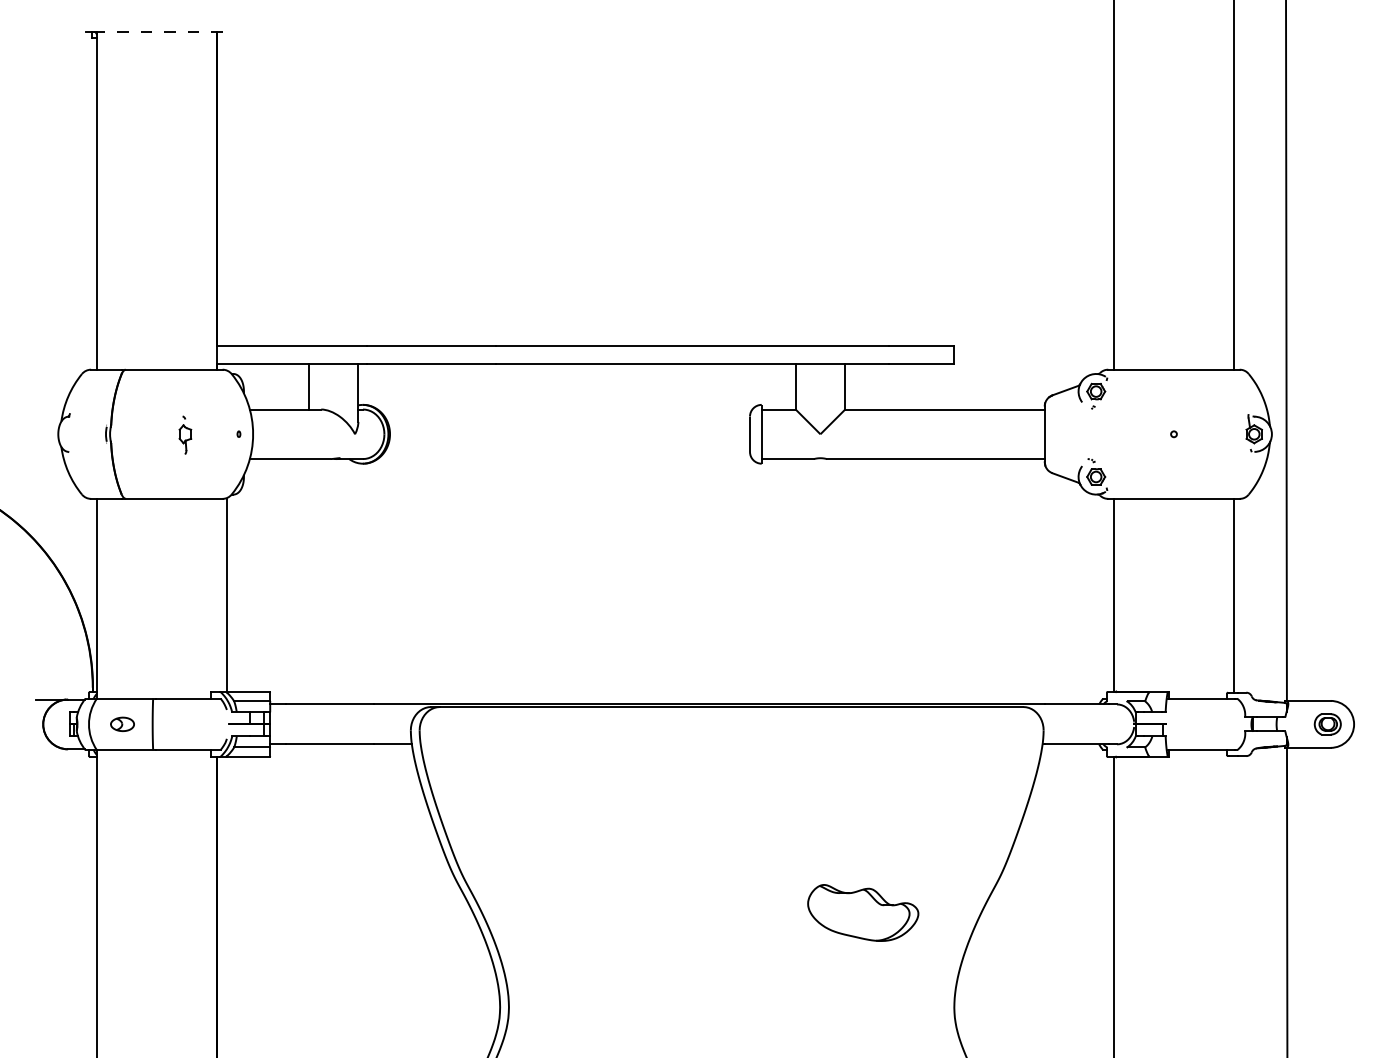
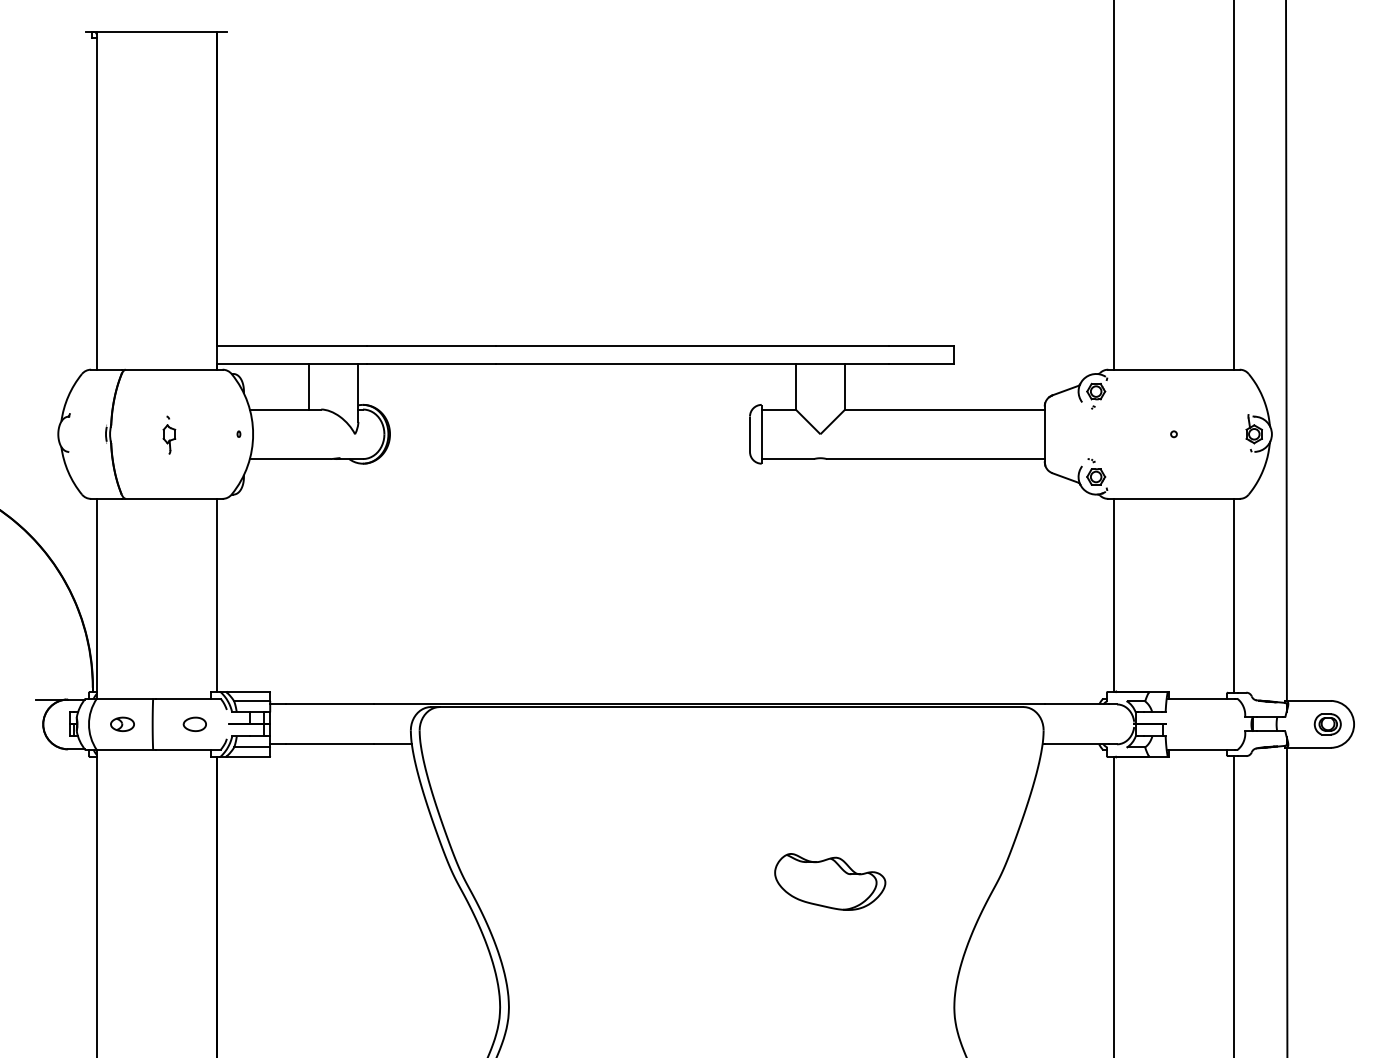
line at (160, 31): dashed -> solid
part at (185, 434) position: (185, 434) -> (169, 434)
line at (226, 594) position: (226, 594) -> (216, 594)
part at (194, 723): none -> present
line at (1233, 905): none -> present
part at (863, 912) position: (863, 912) -> (830, 881)
